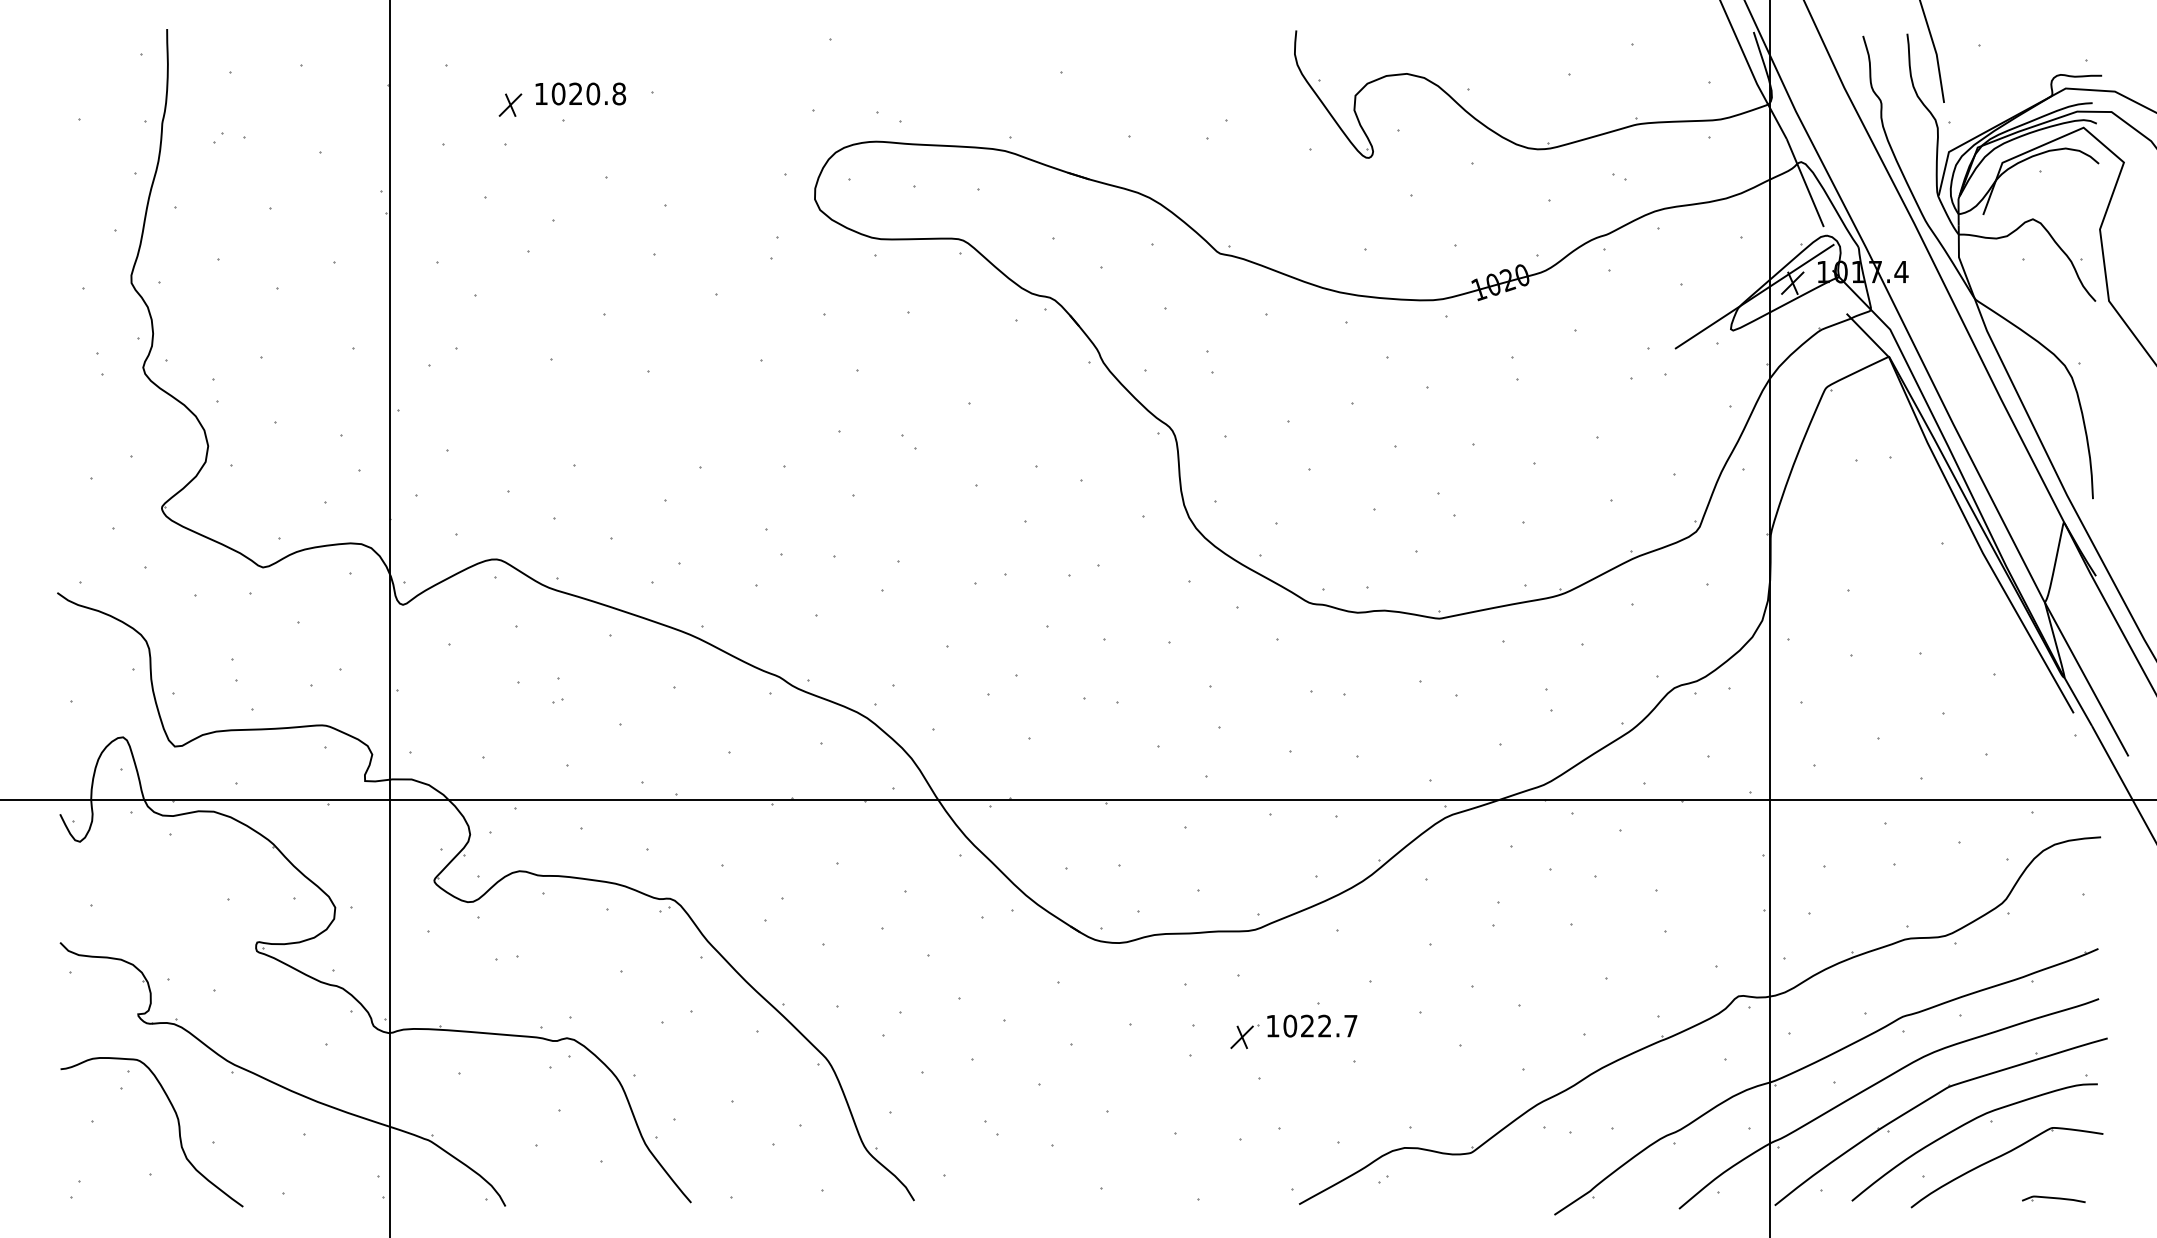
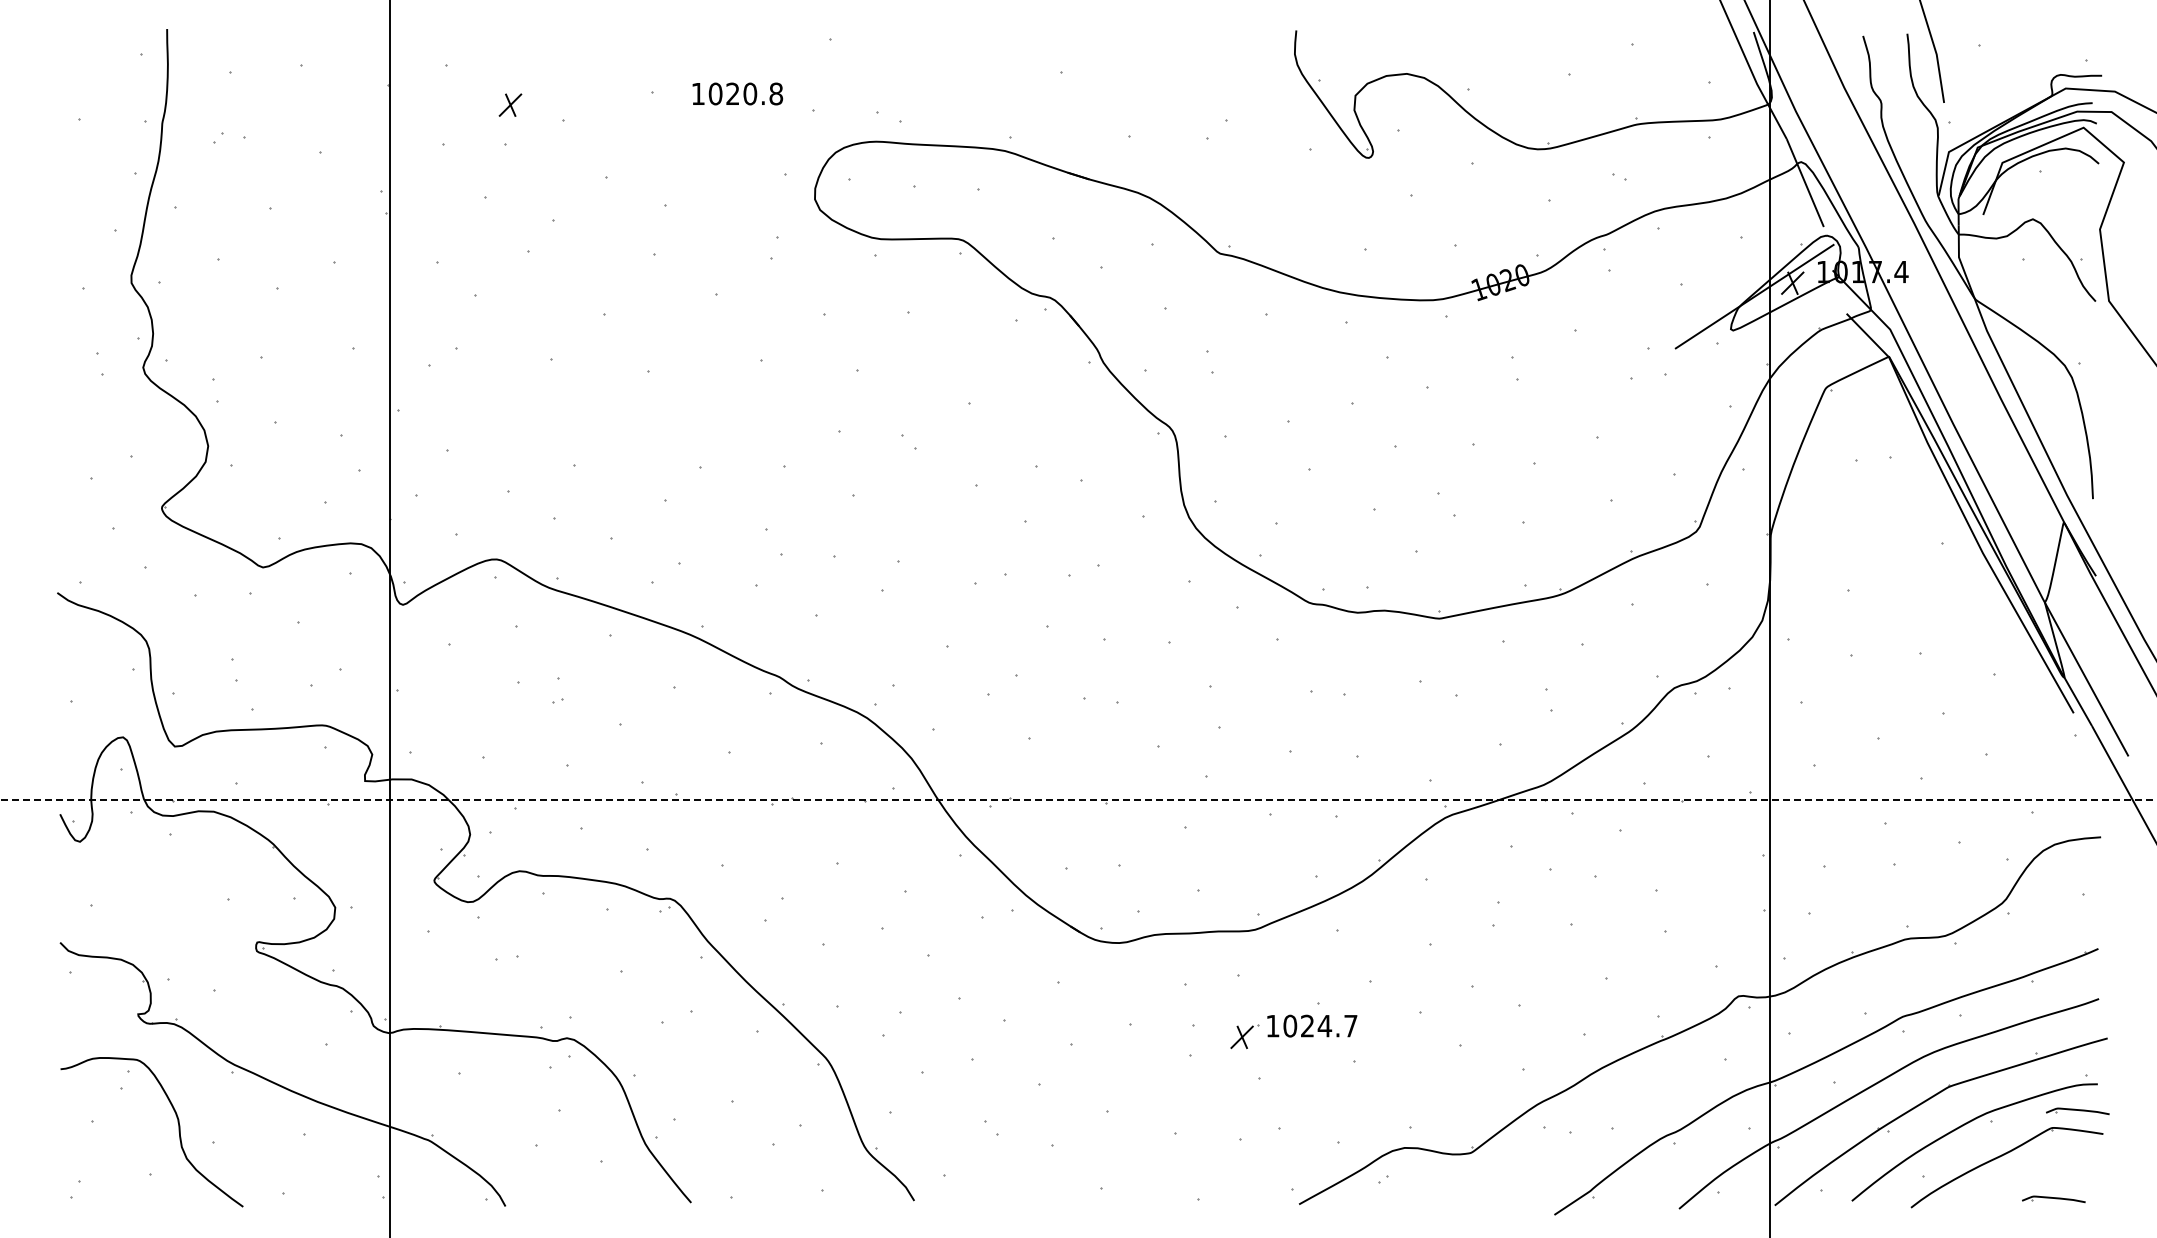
text at (580, 93) position: (580, 93) -> (737, 93)
line at (1078, 800): solid -> dashed
text at (1324, 1025): 1022.7 -> 1024.7
part at (2077, 1111): none -> present
